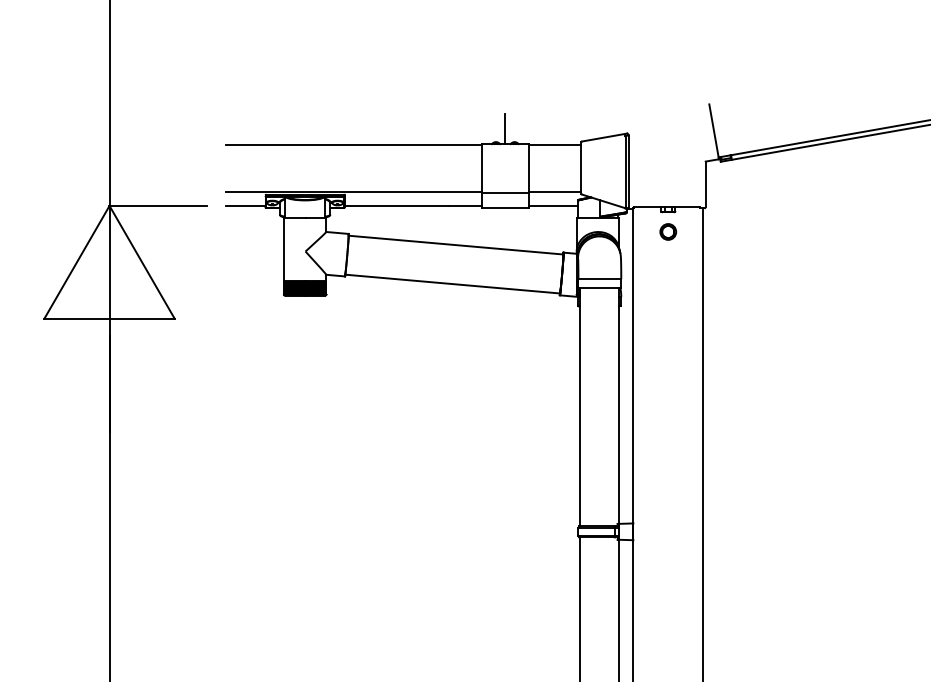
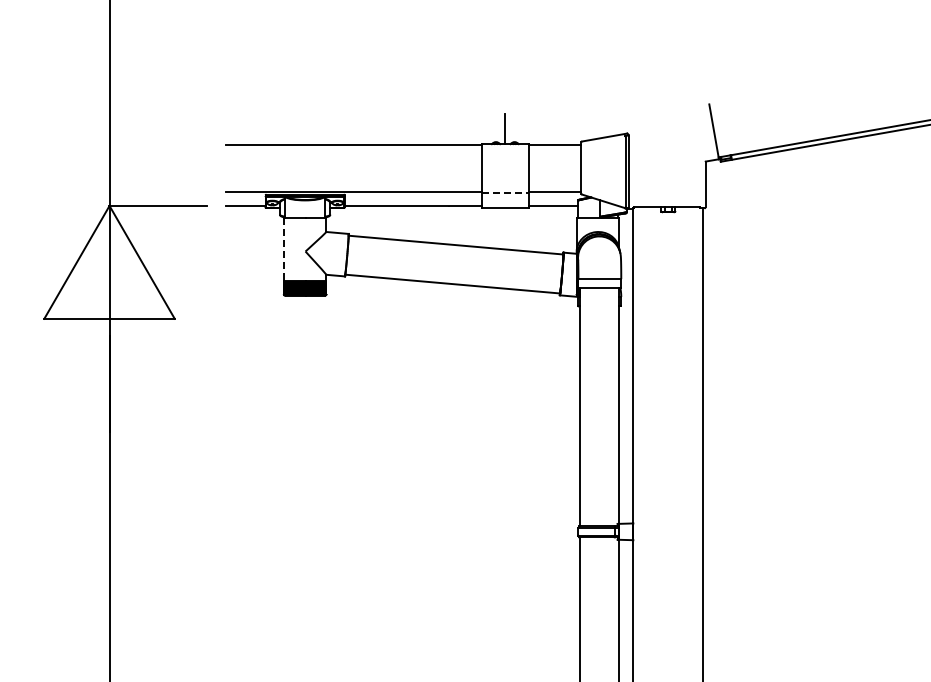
line at (505, 193): solid -> dashed
part at (668, 231): present -> none
line at (283, 249): solid -> dashed
